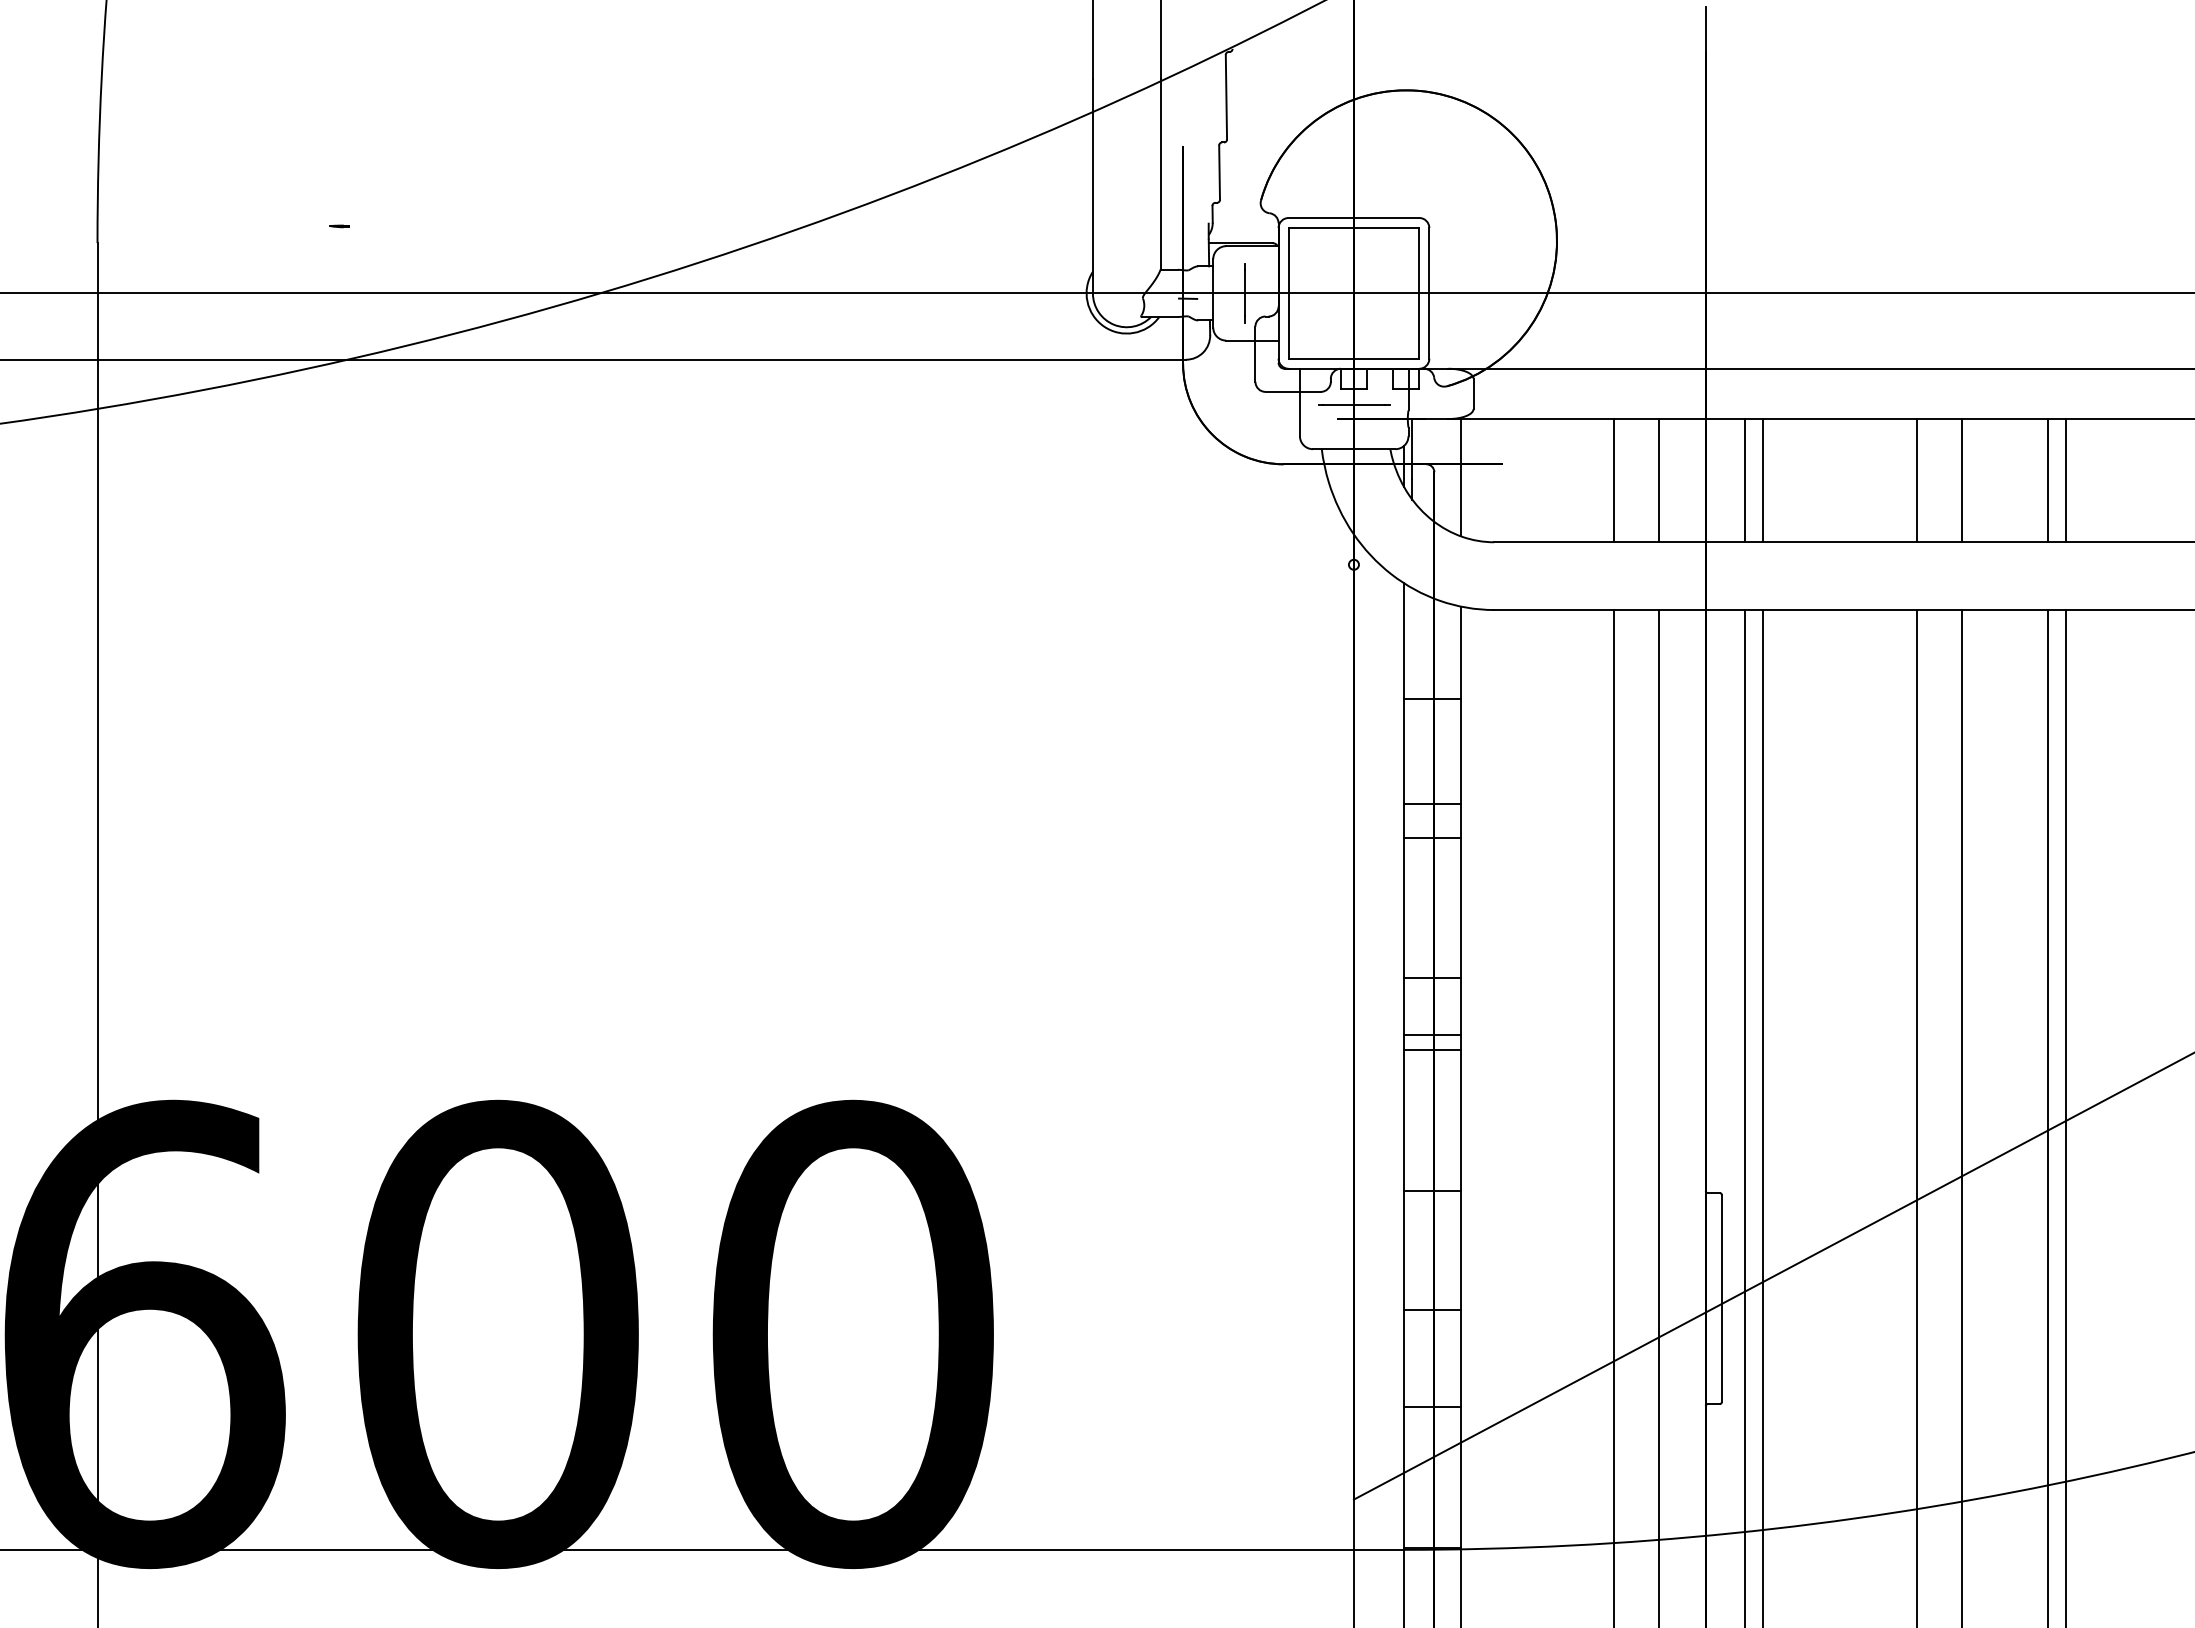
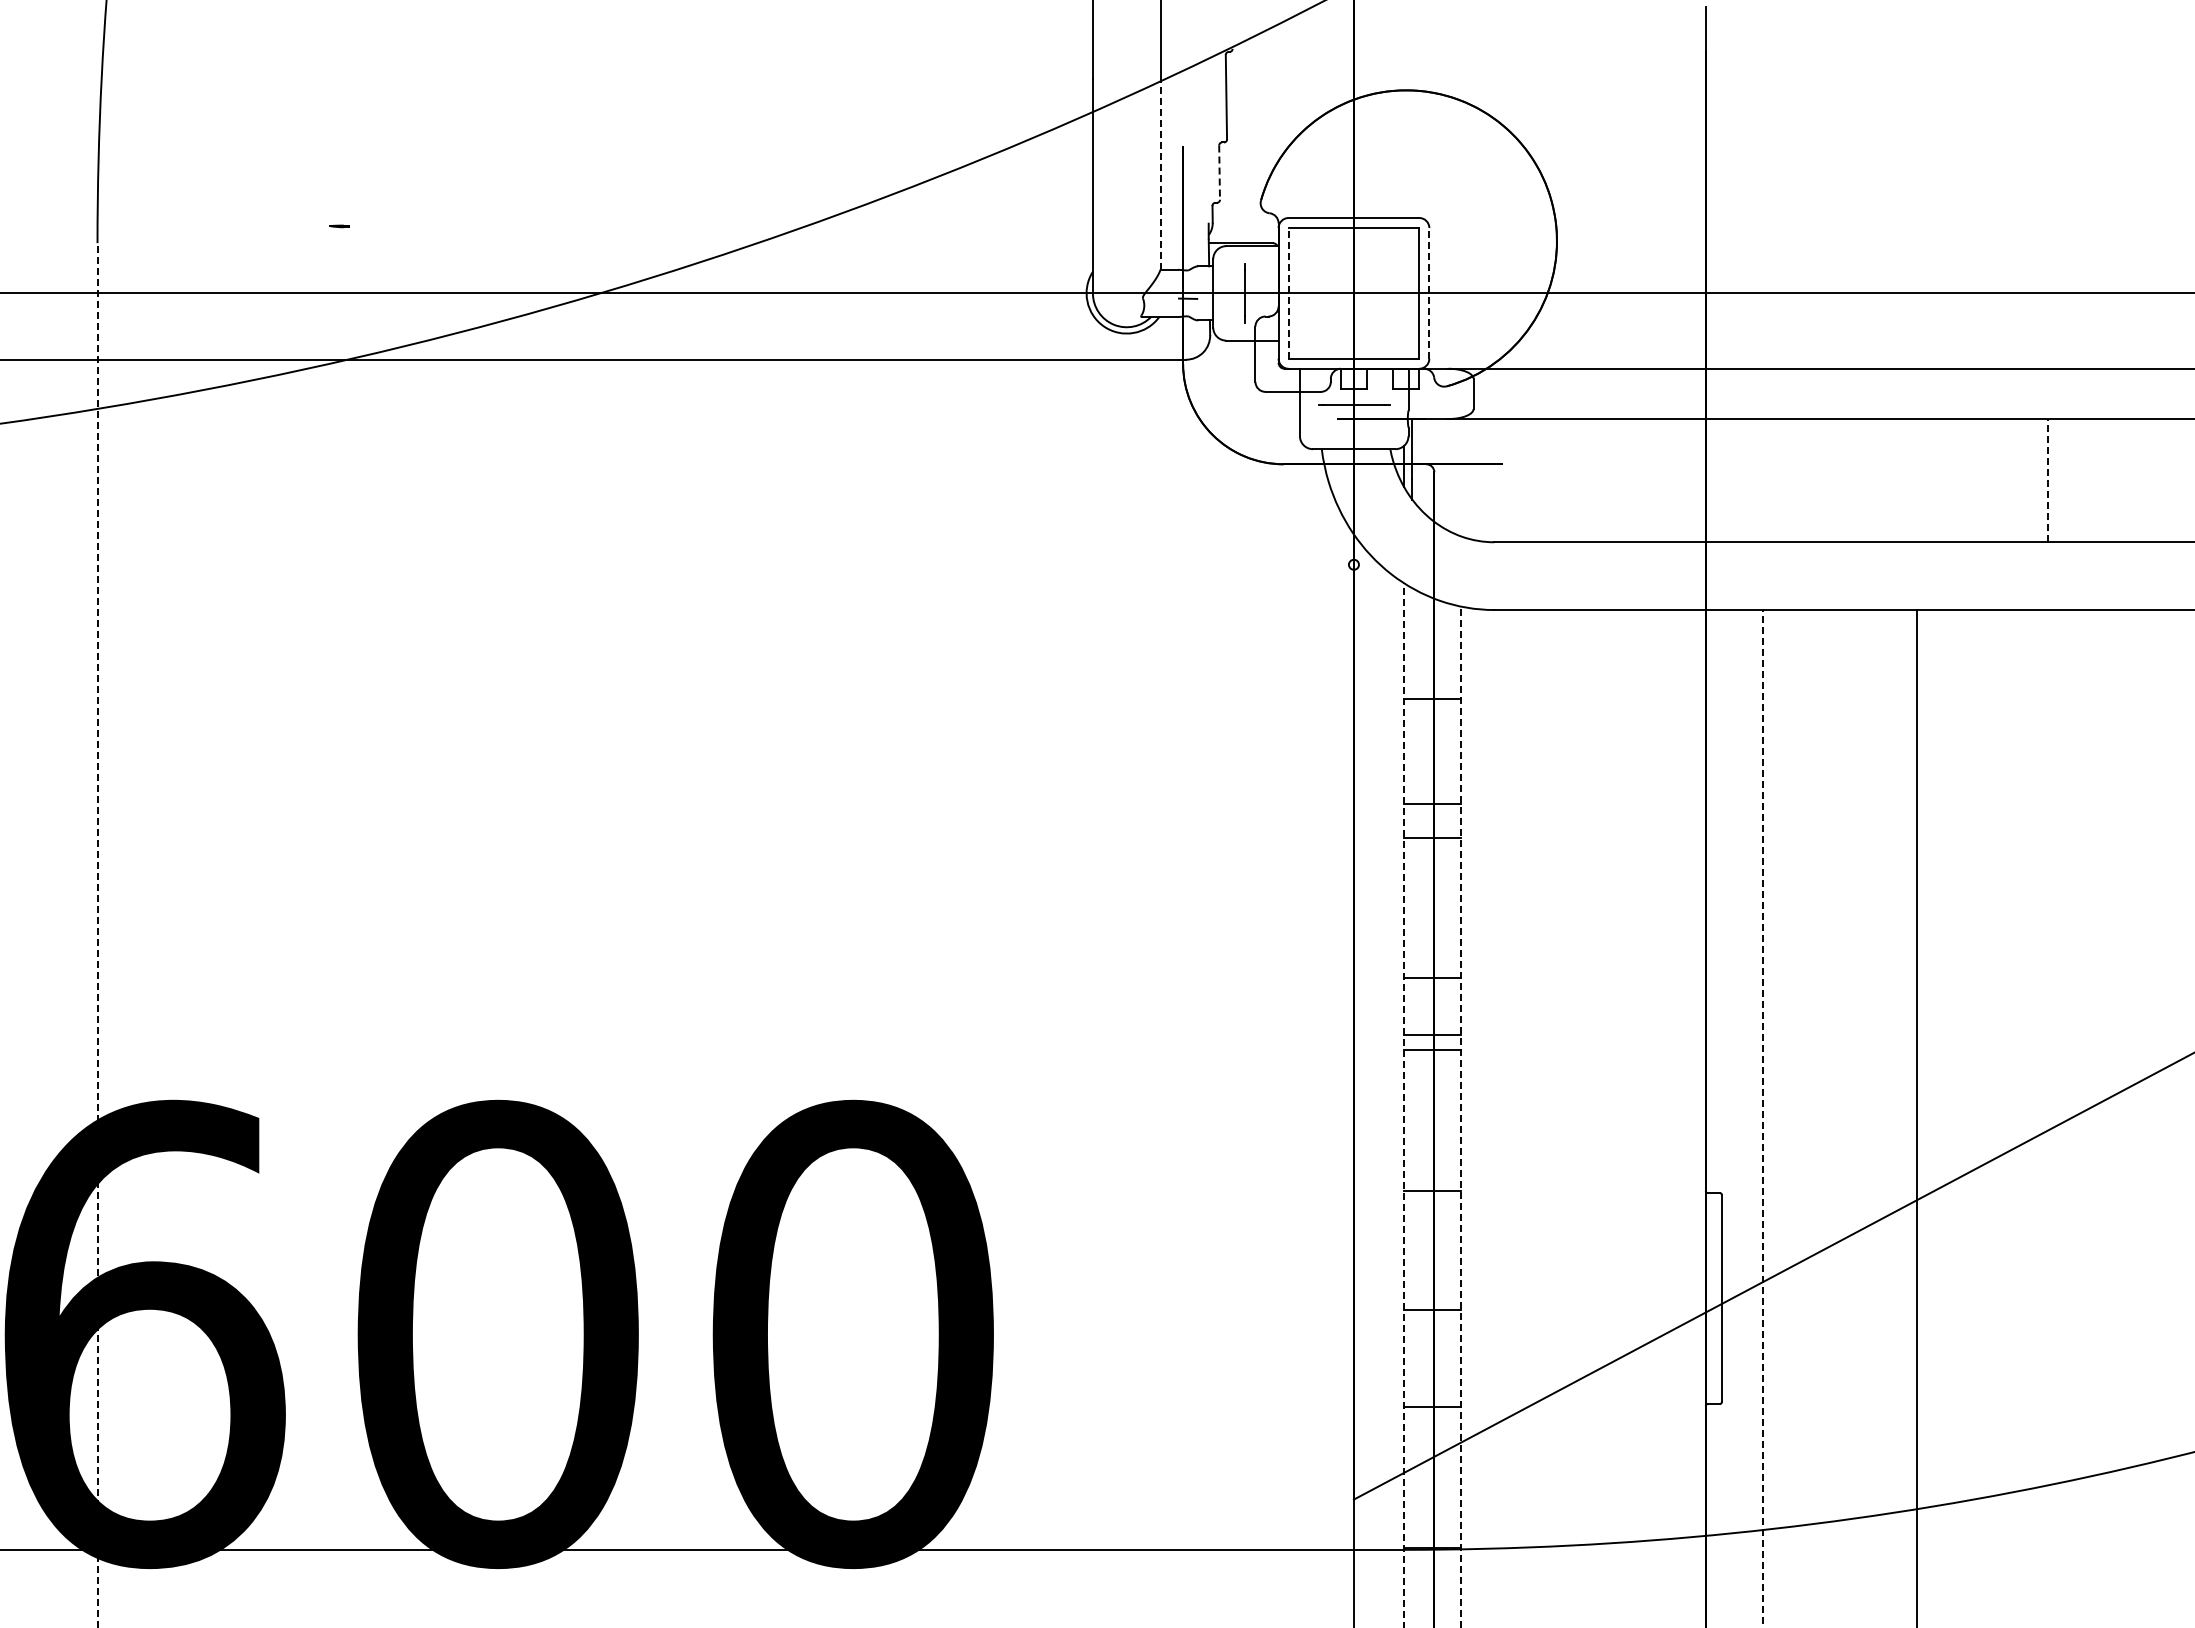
line at (1160, 173): solid -> dashed
line at (1219, 173): solid -> dashed
line at (1288, 292): solid -> dashed
line at (1429, 292): solid -> dashed
line at (1460, 477): present -> none
line at (1614, 480): present -> none
line at (1659, 480): present -> none
line at (1745, 480): present -> none
line at (1763, 480): present -> none
line at (1916, 480): present -> none
line at (1961, 480): present -> none
line at (2047, 480): solid -> dashed
line at (2065, 480): present -> none
line at (97, 935): solid -> dashed
line at (1404, 1105): solid -> dashed
line at (1460, 1116): solid -> dashed
line at (1614, 1117): present -> none
line at (1659, 1117): present -> none
line at (1745, 1117): present -> none
line at (1961, 1117): present -> none
line at (2047, 1117): present -> none
line at (2065, 1117): present -> none
line at (1763, 1118): solid -> dashed
